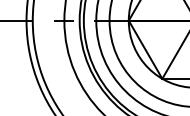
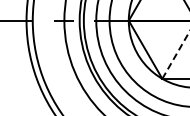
line at (176, 54): solid -> dashed
